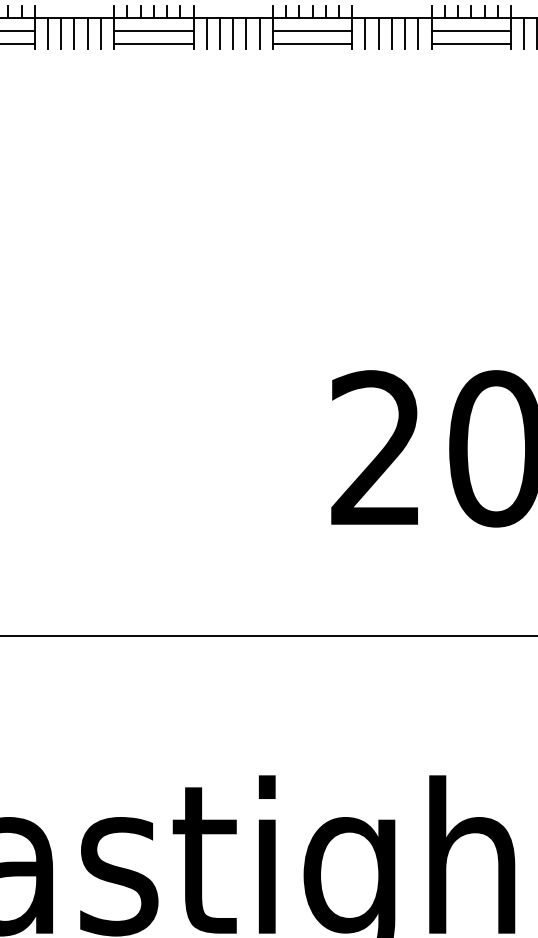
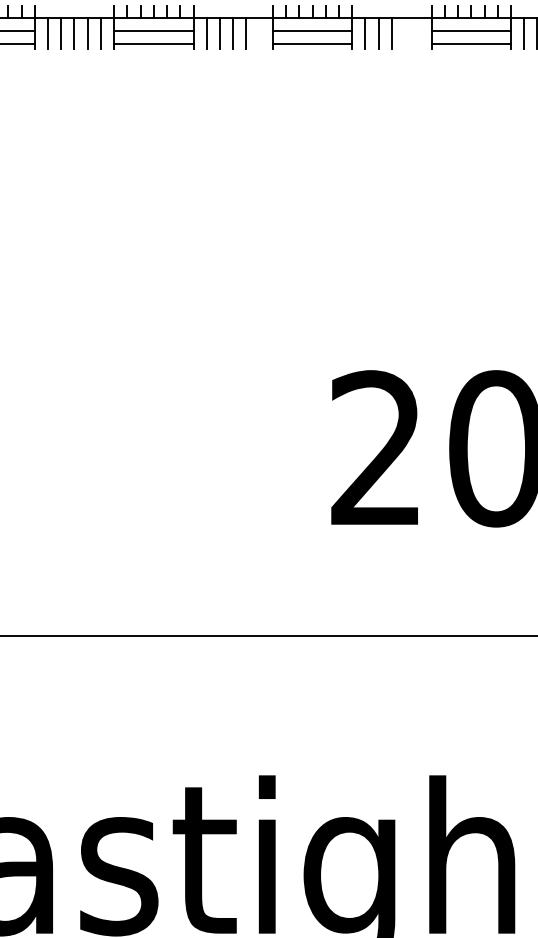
line at (259, 33): present -> none
line at (405, 33): present -> none
line at (418, 33): present -> none
